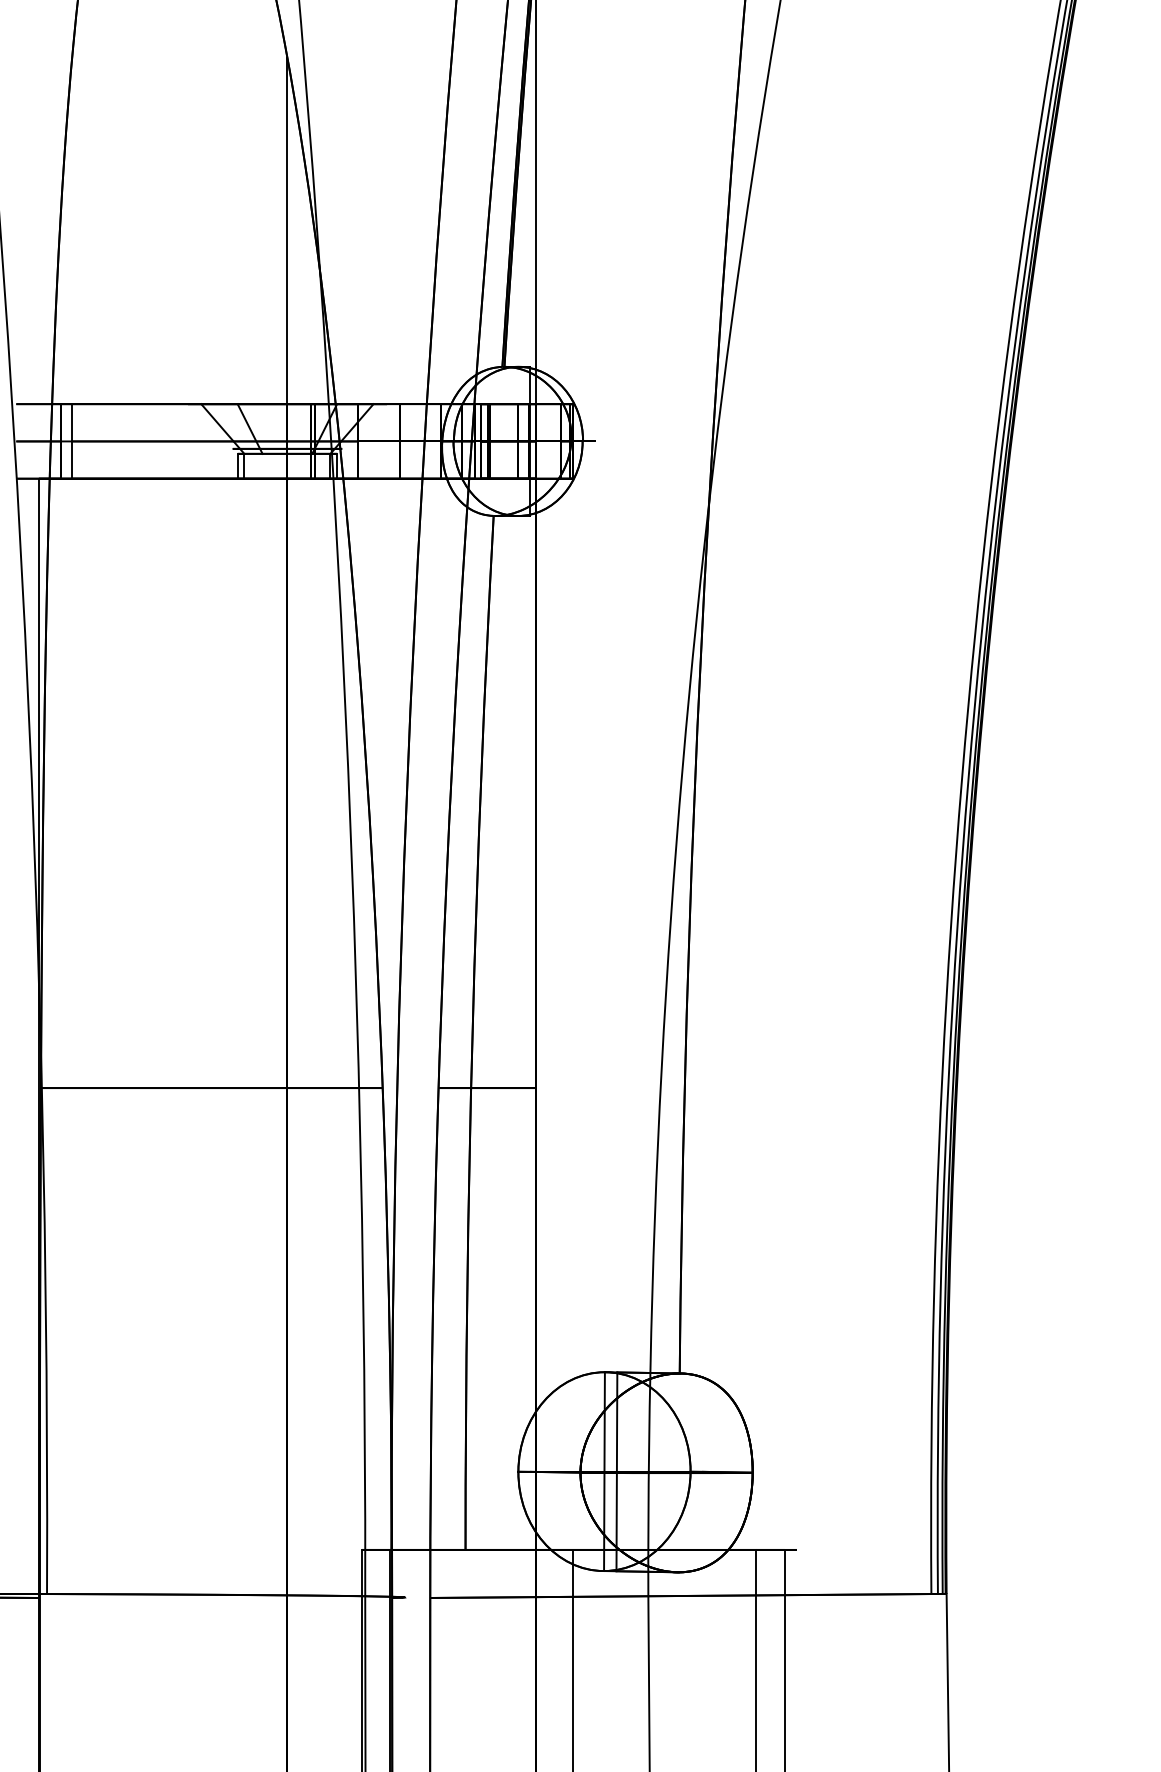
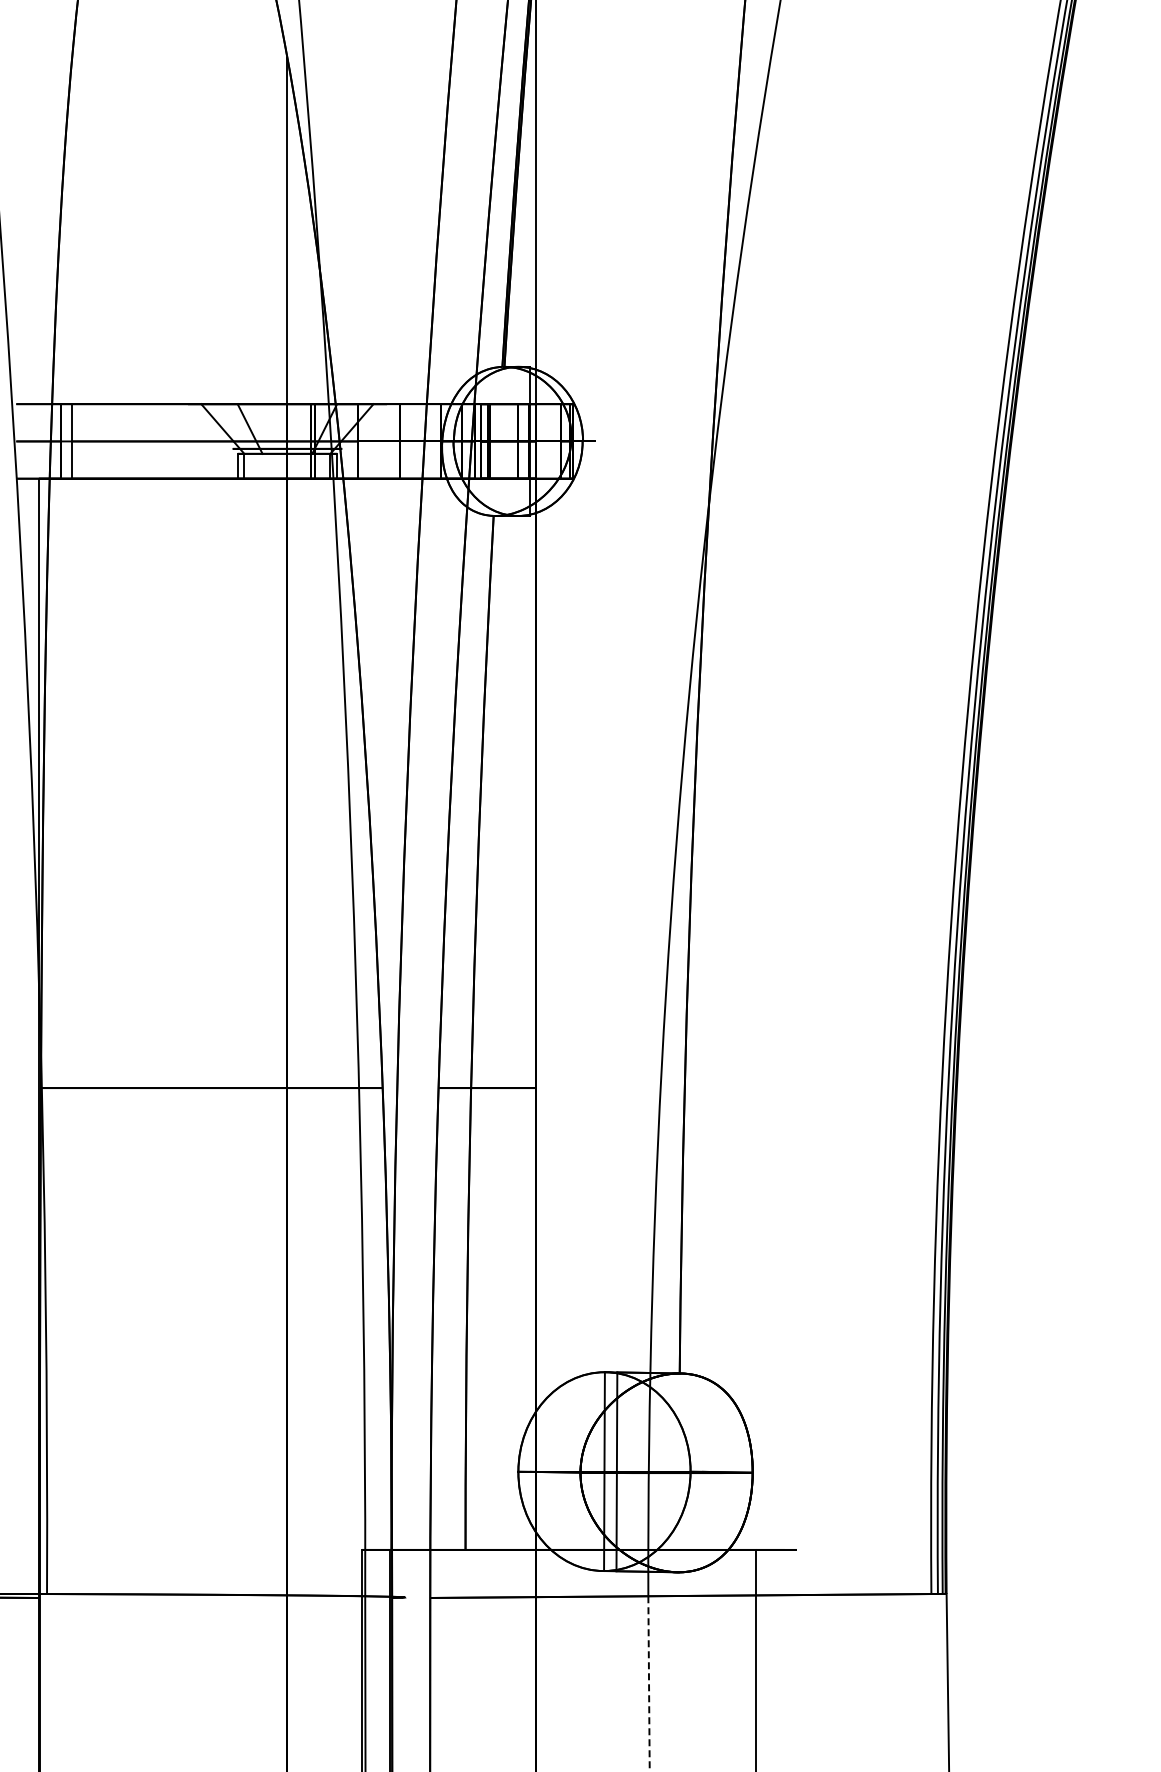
line at (573, 1658): present -> none
line at (784, 1658): present -> none
line at (649, 1684): solid -> dashed
